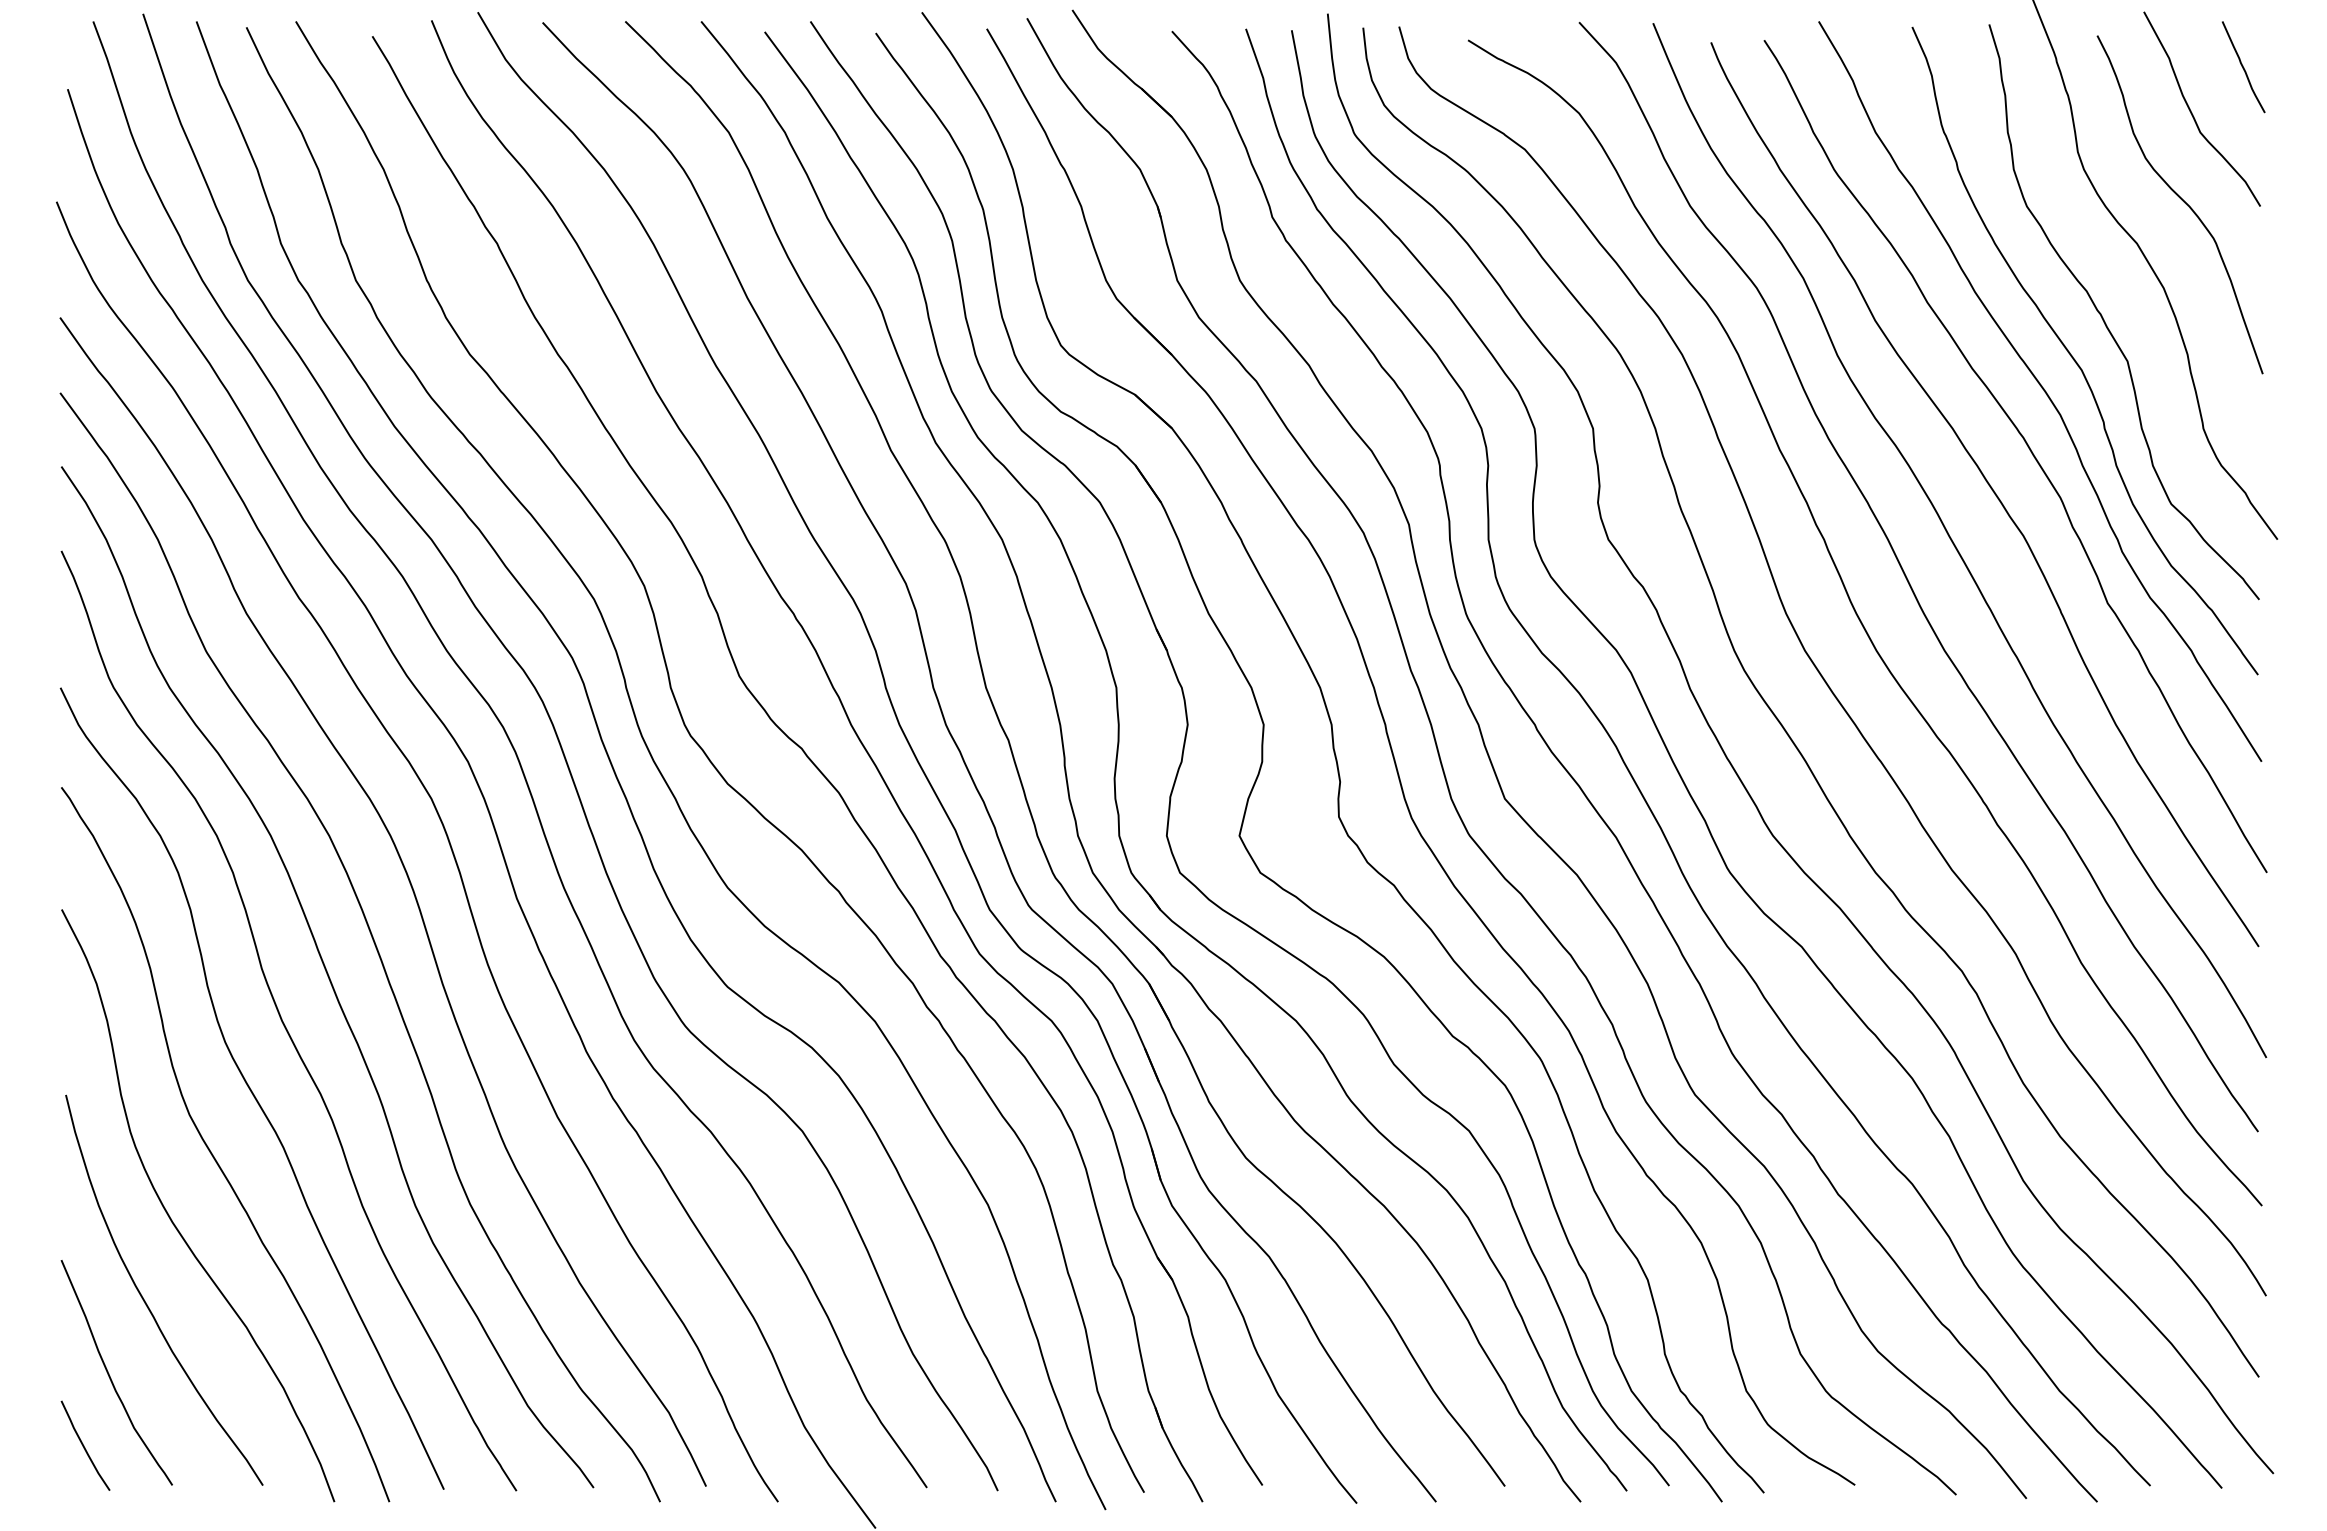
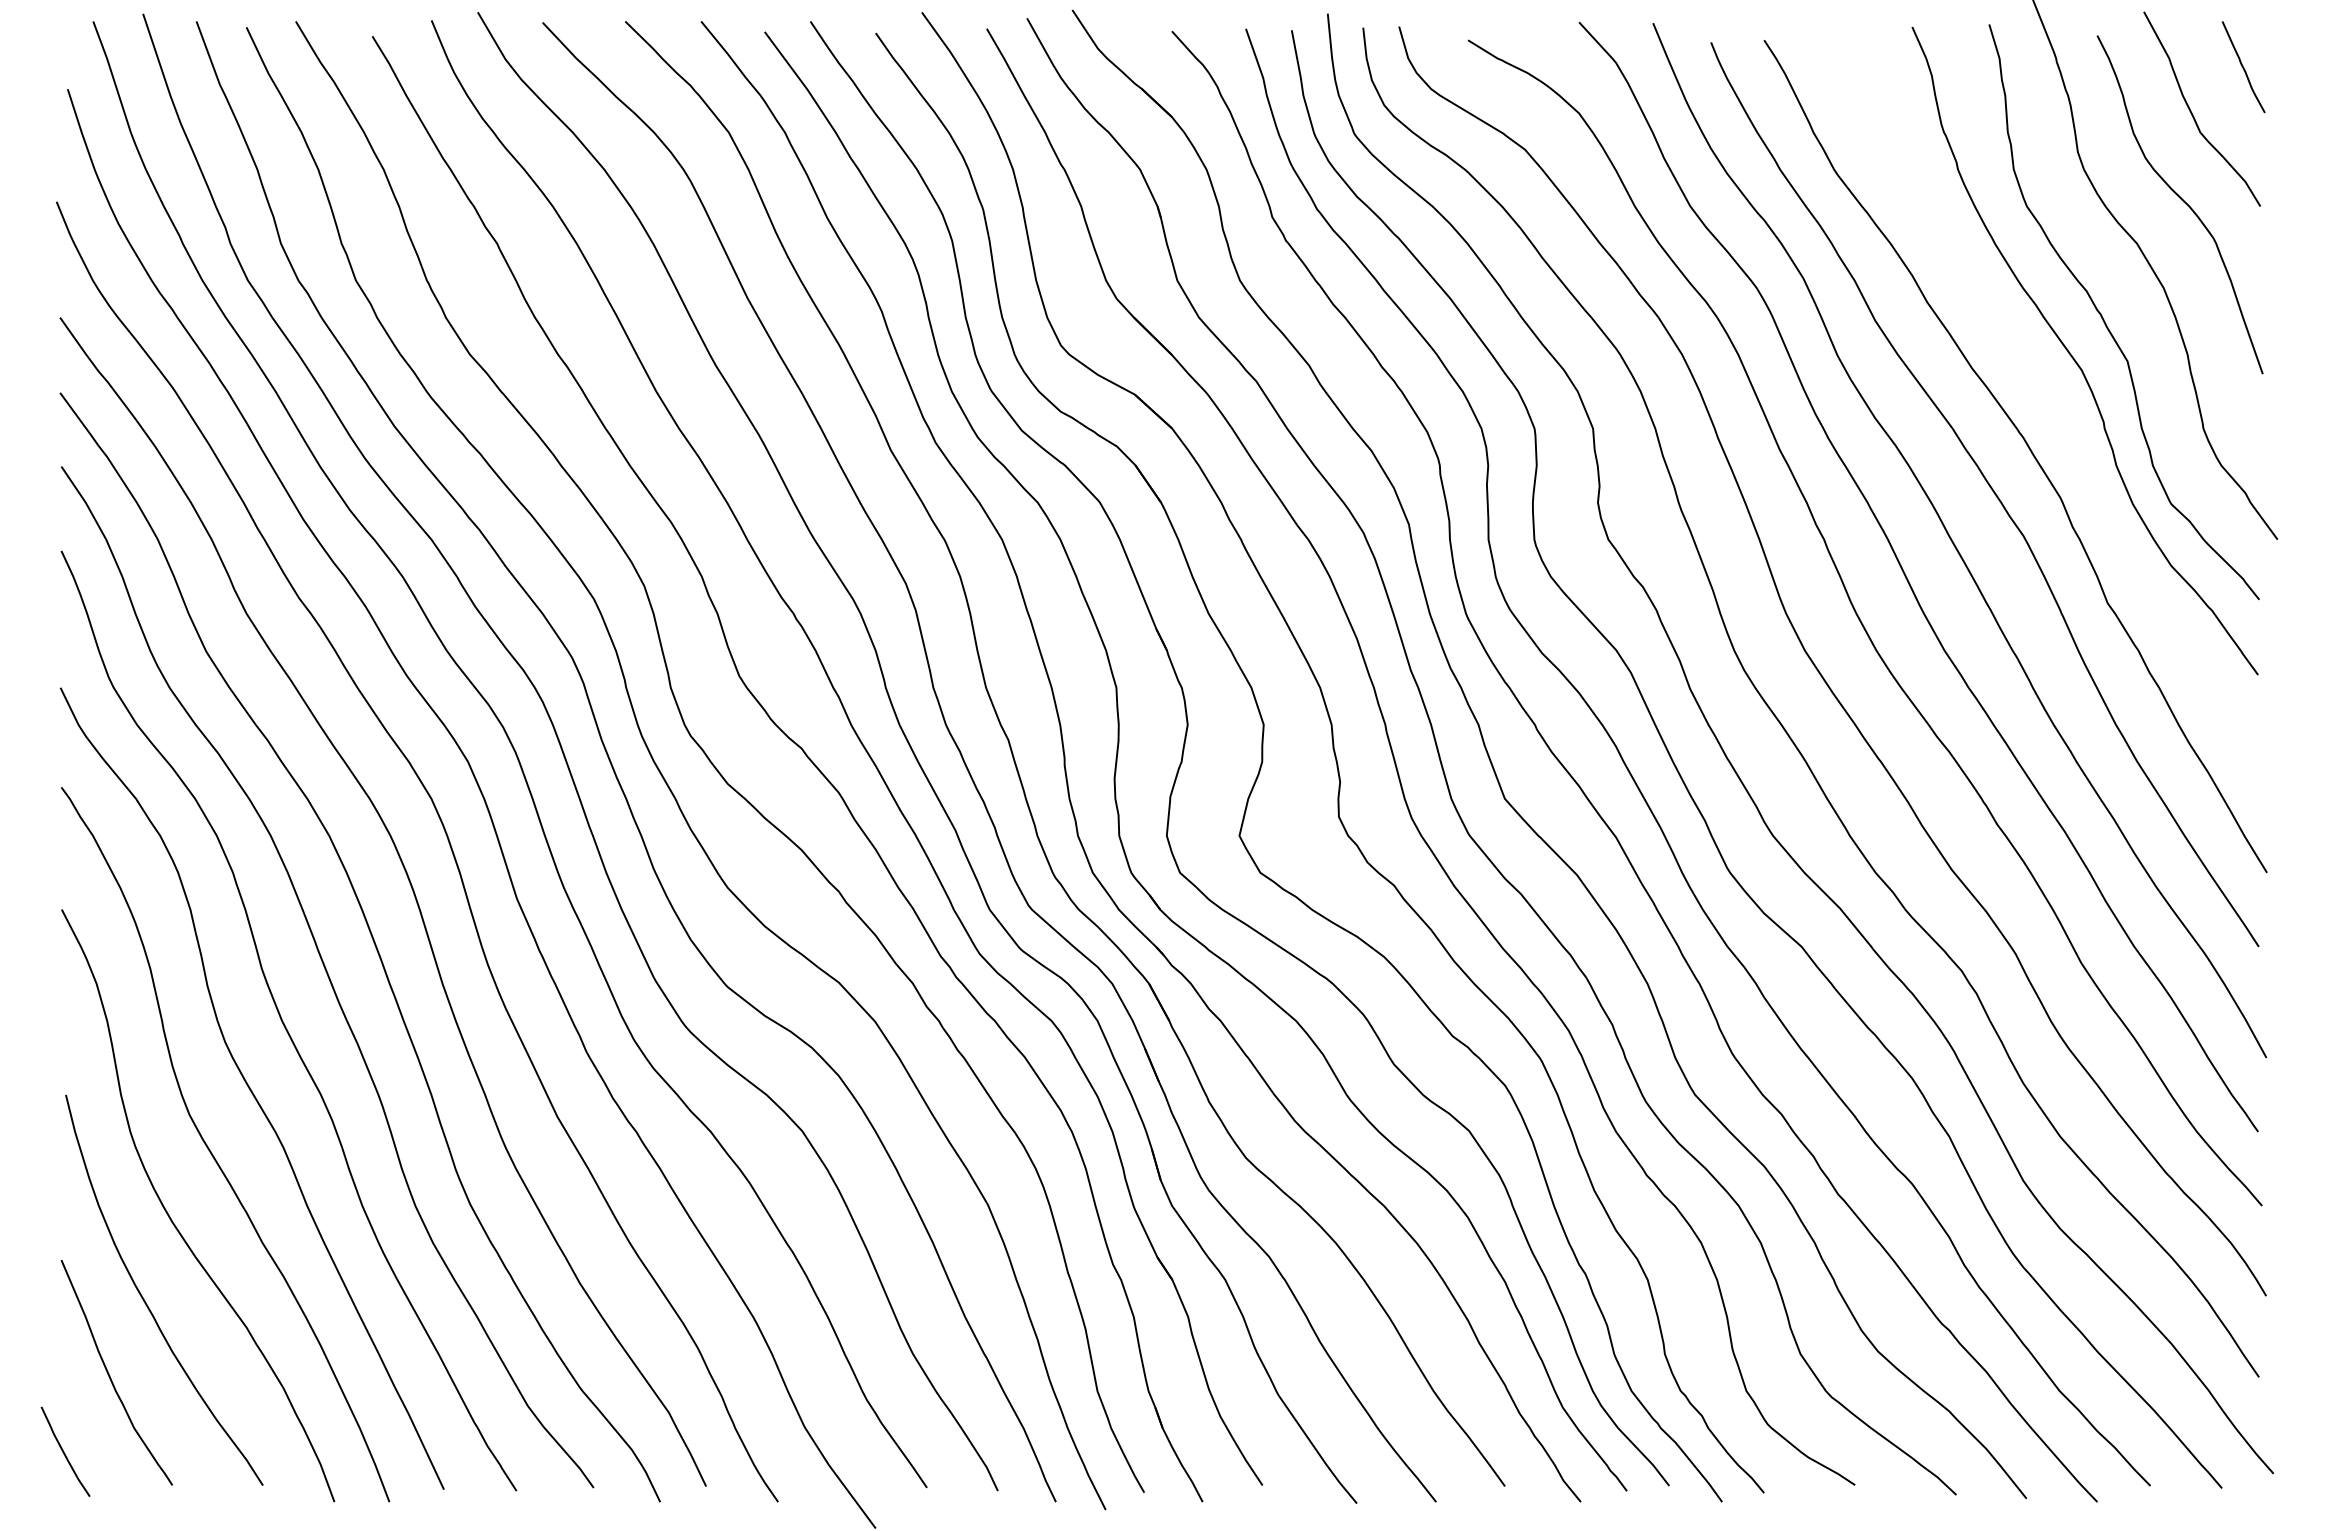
curve at (2042, 389): present -> none
curve at (84, 1445) position: (84, 1445) -> (64, 1451)
